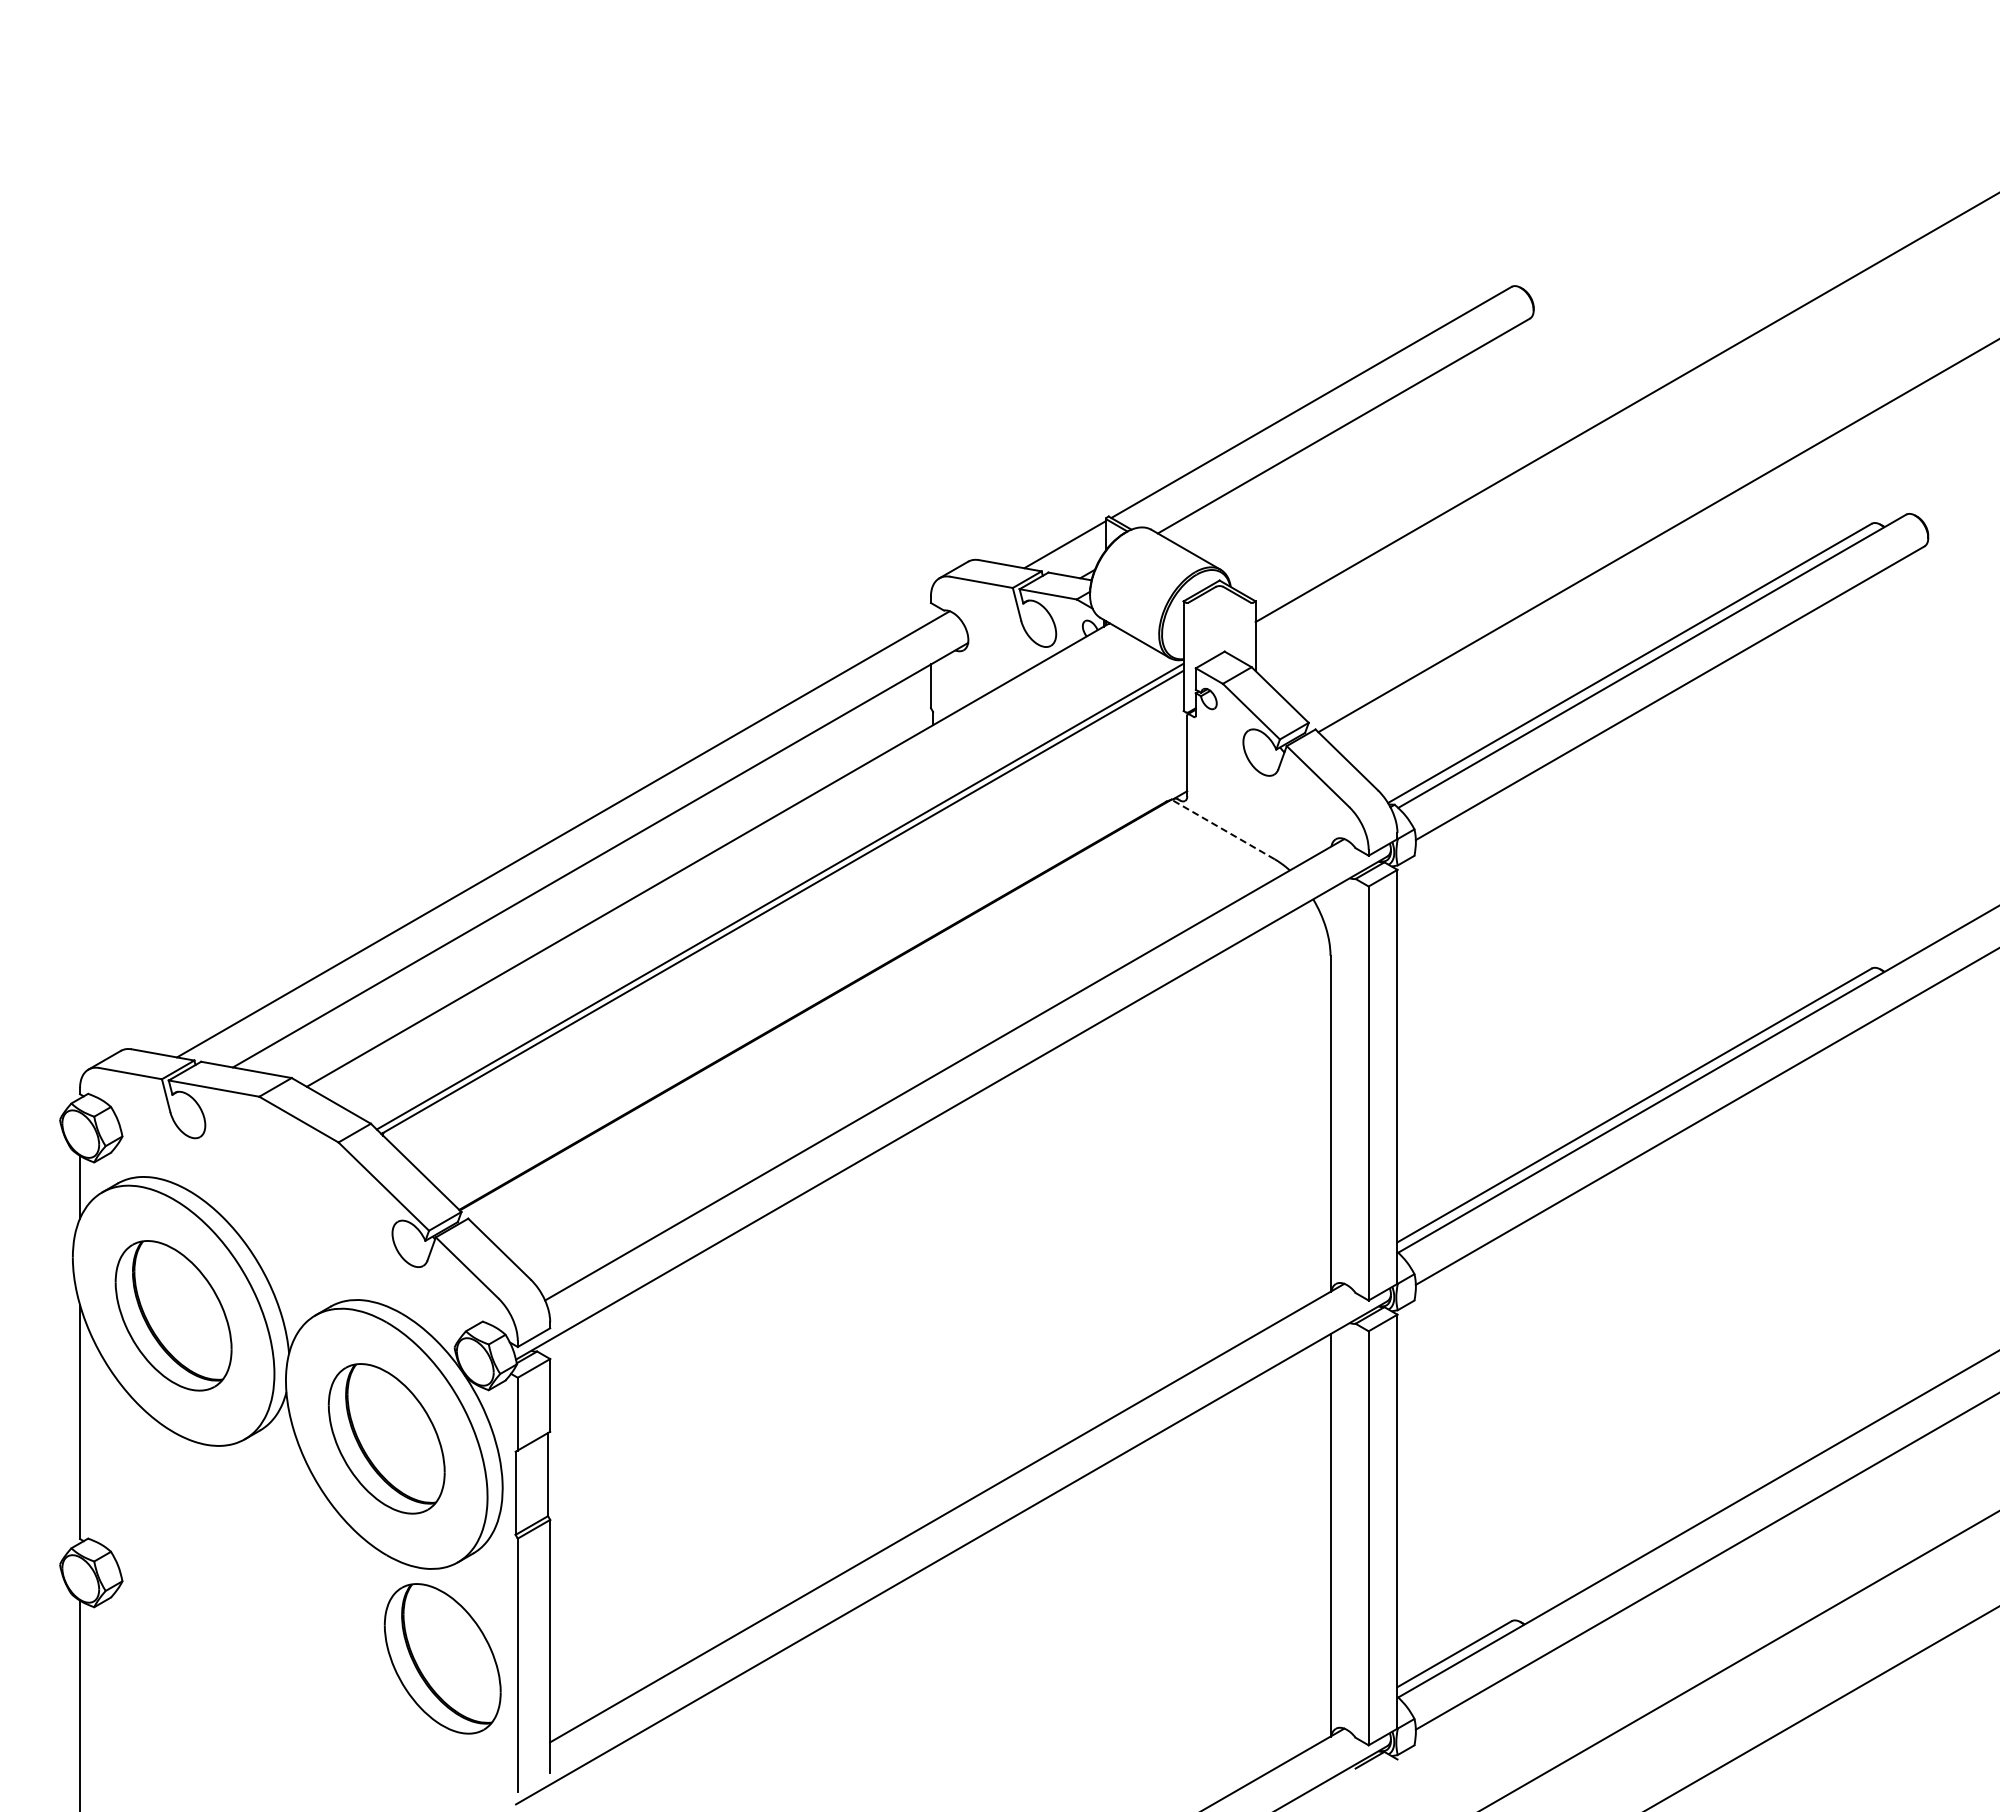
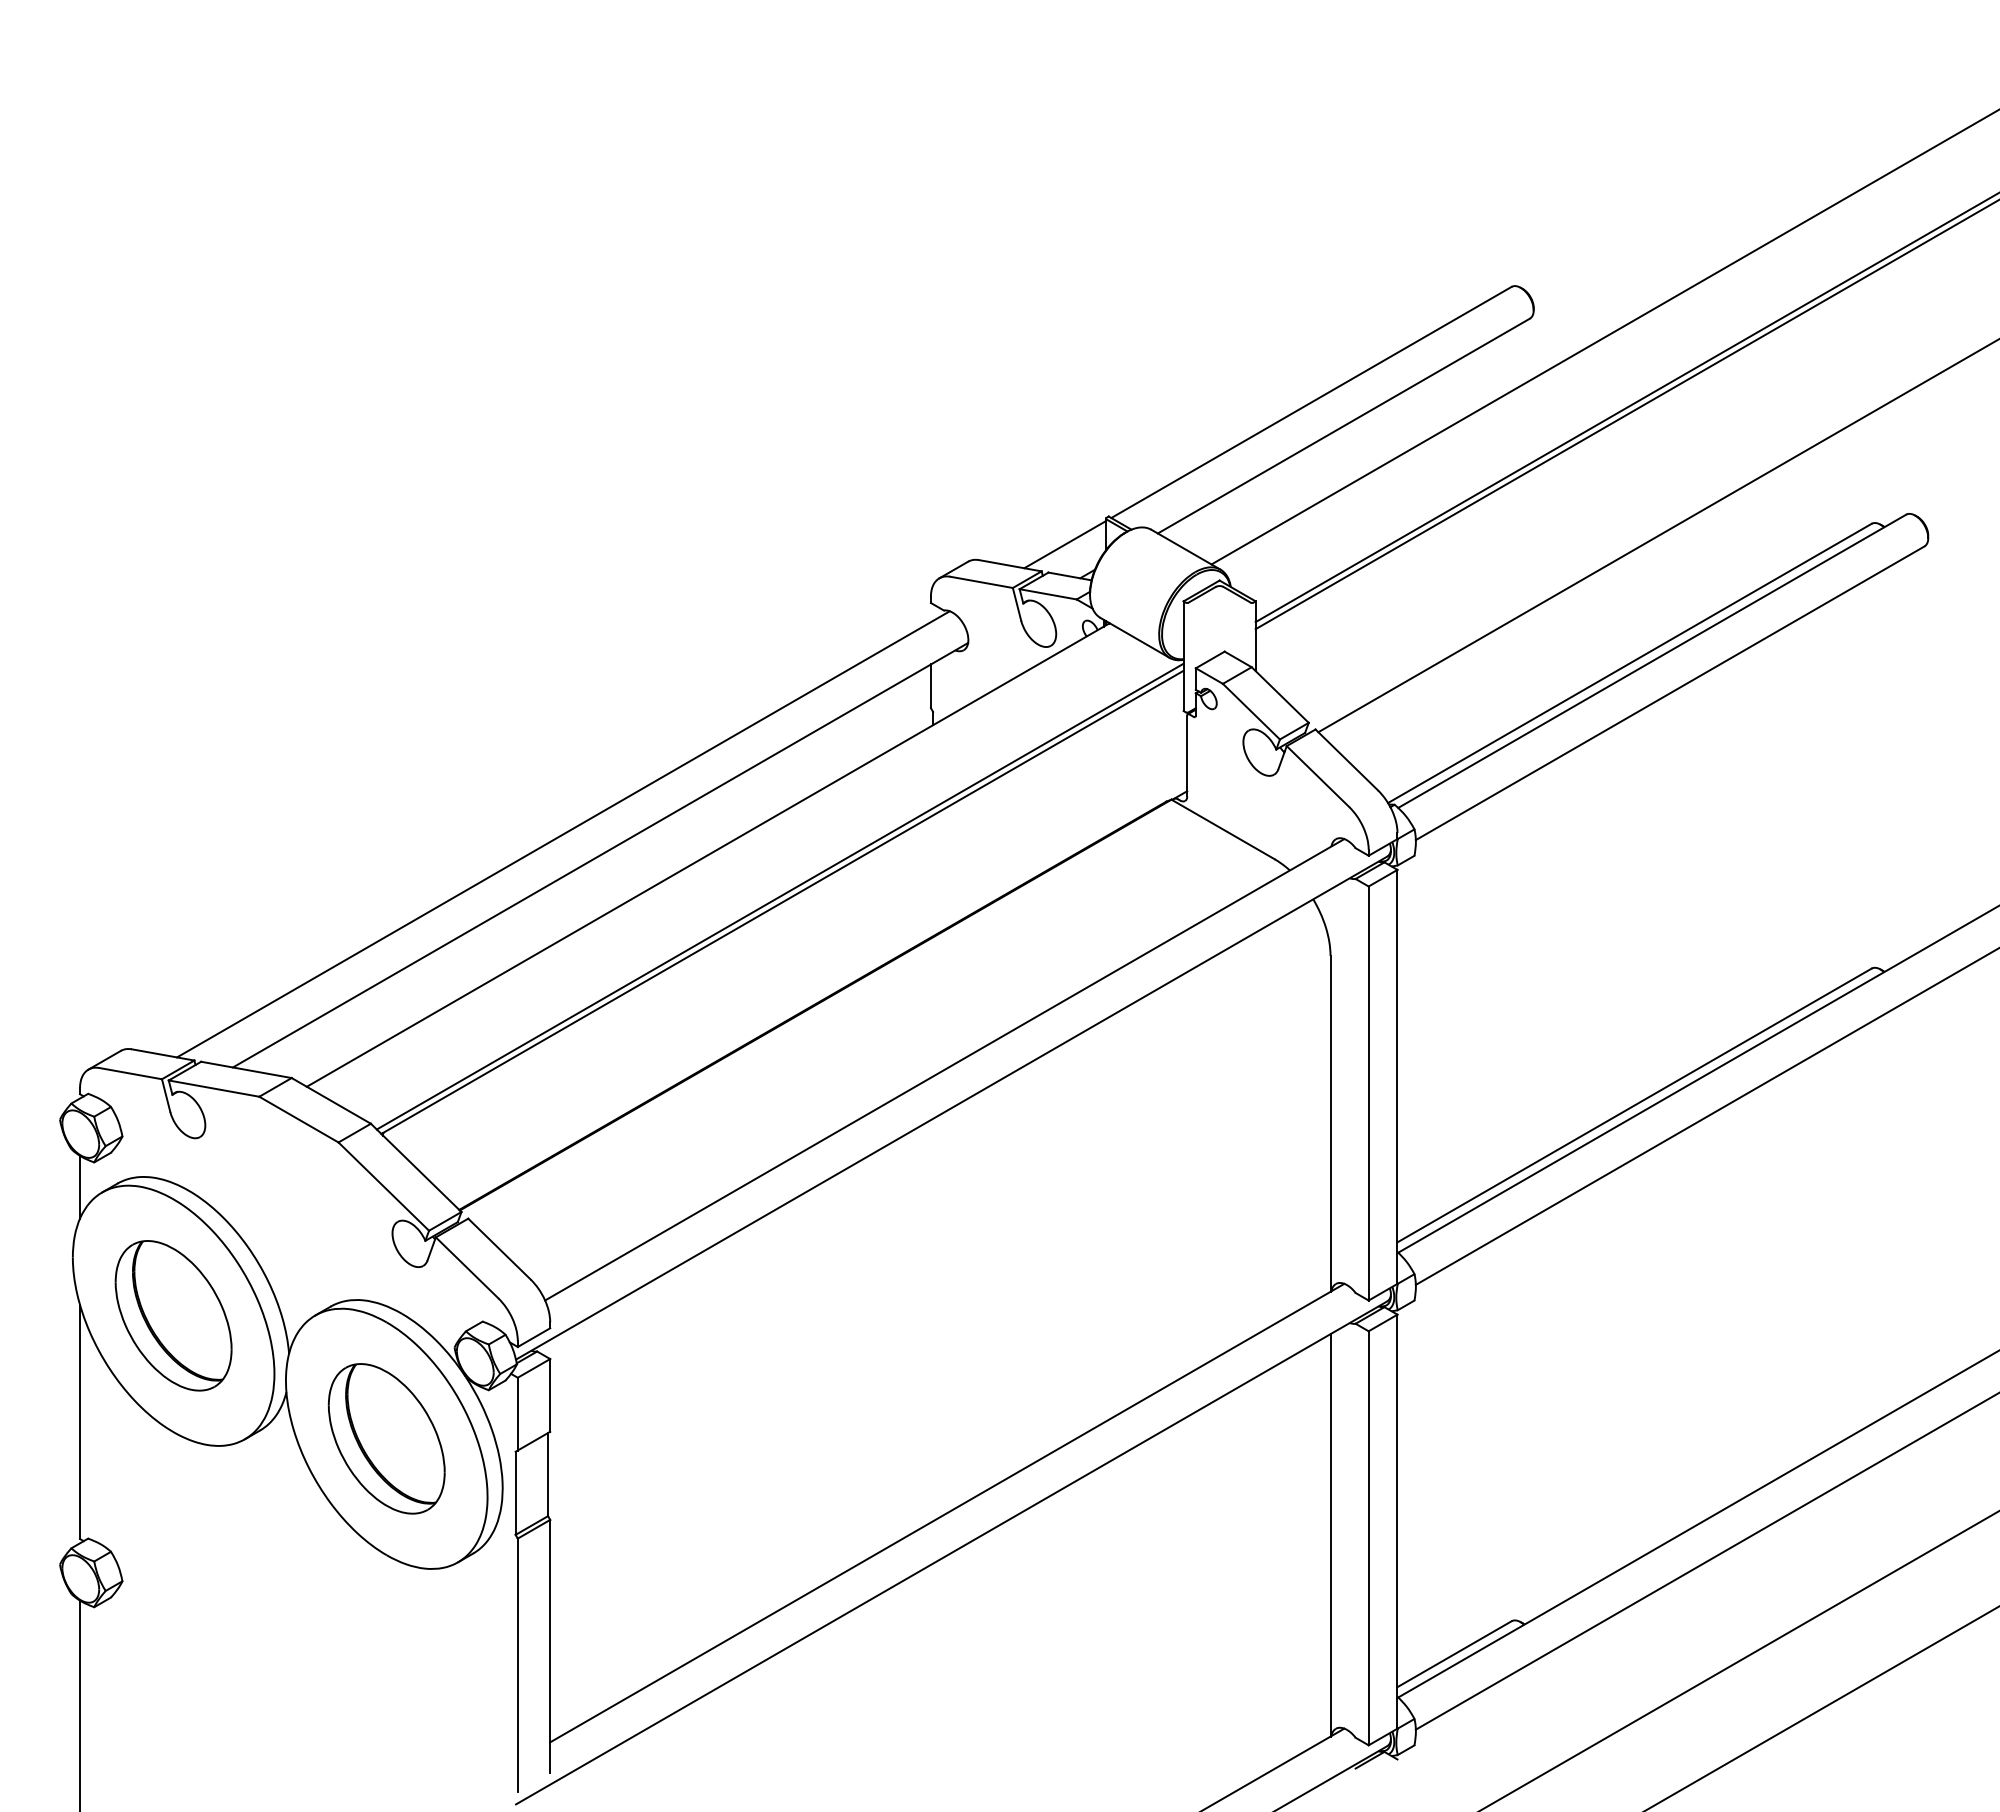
line at (1603, 337): none -> present
line at (1625, 415): none -> present
line at (1223, 829): dashed -> solid
part at (442, 1658): present -> none
